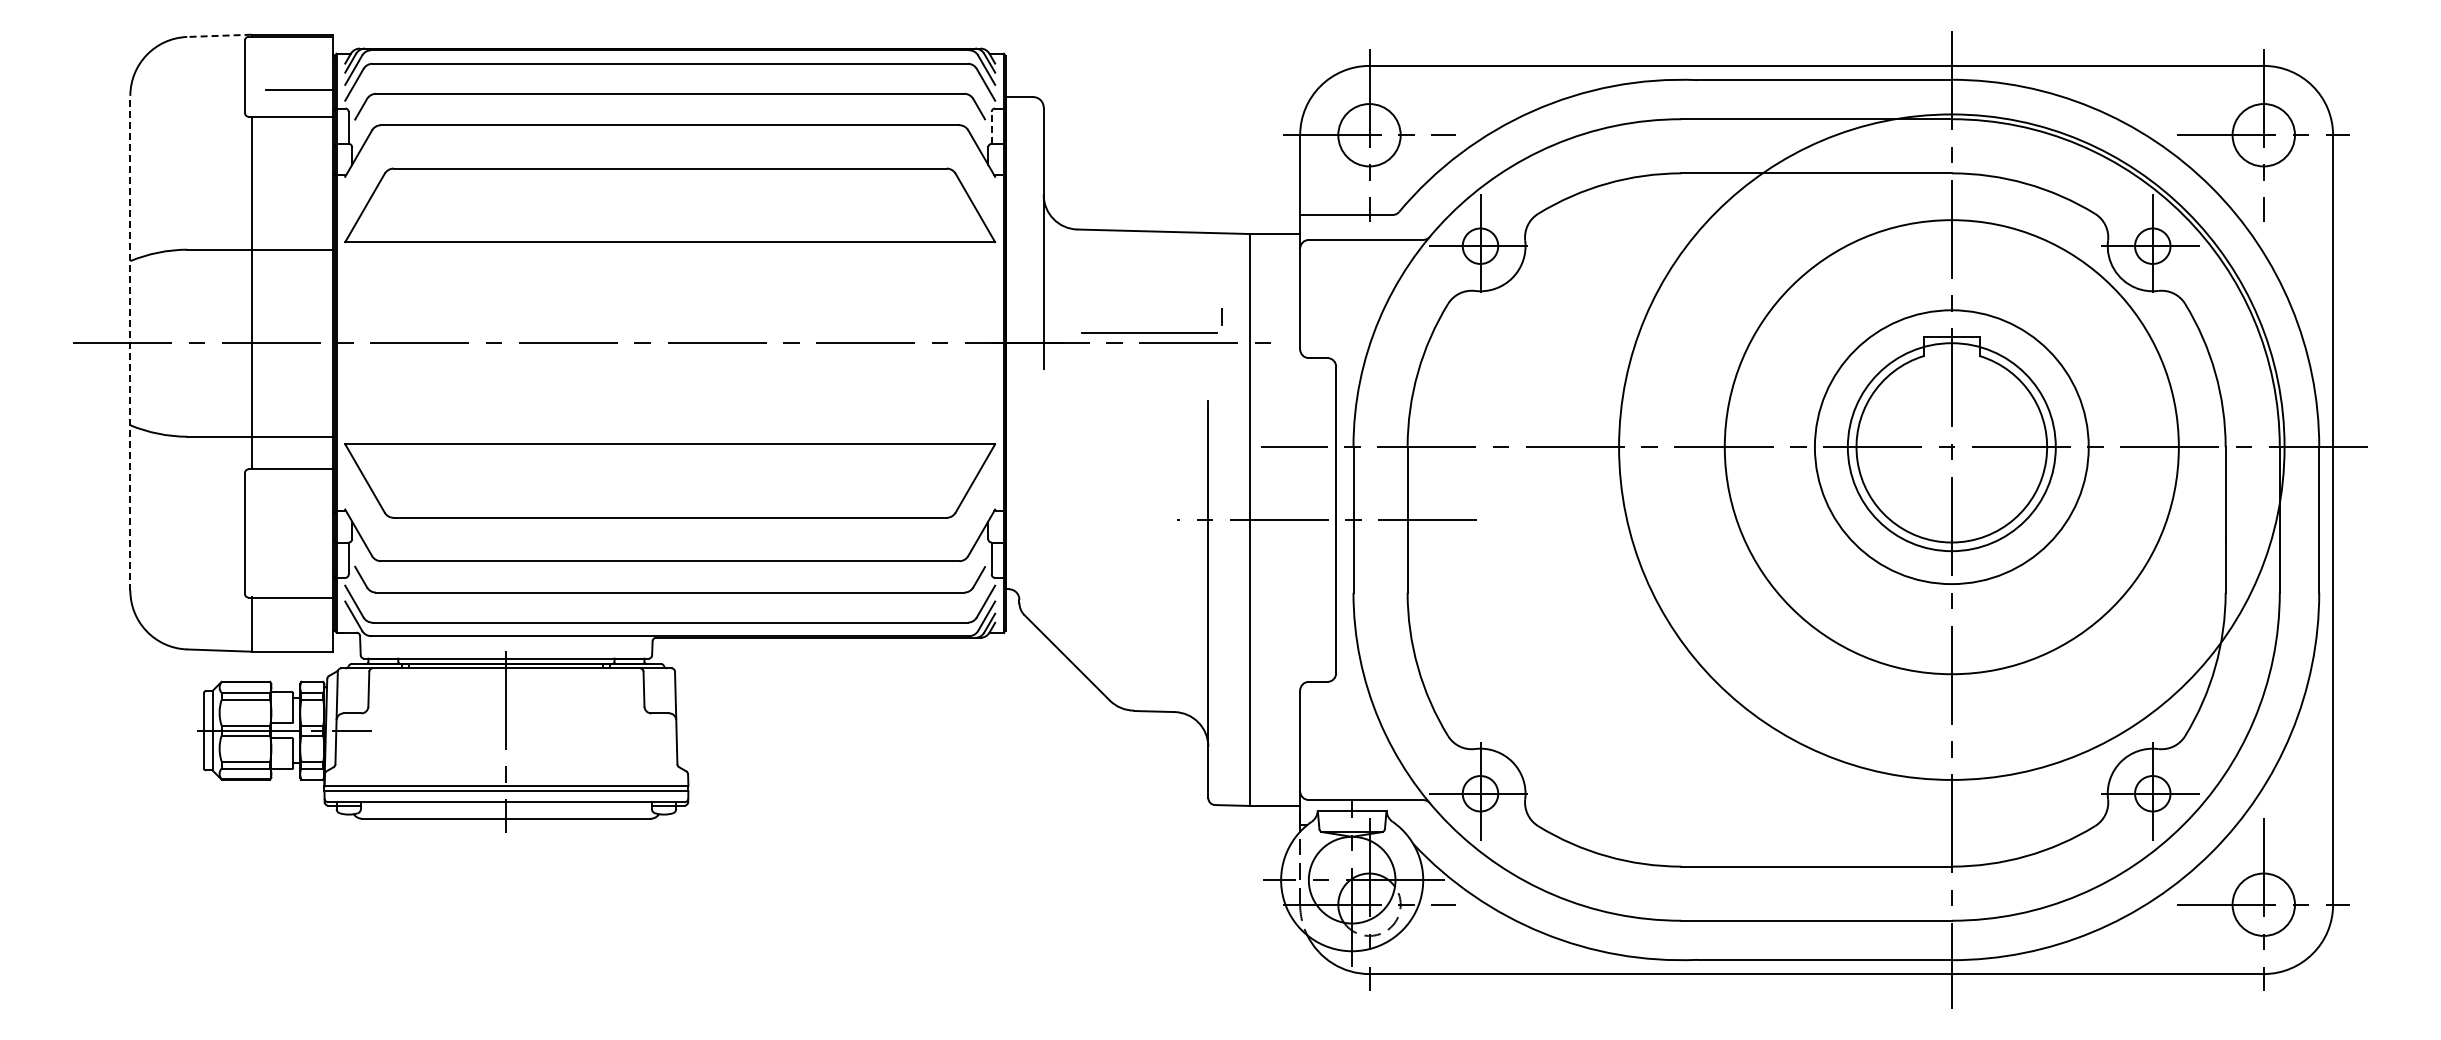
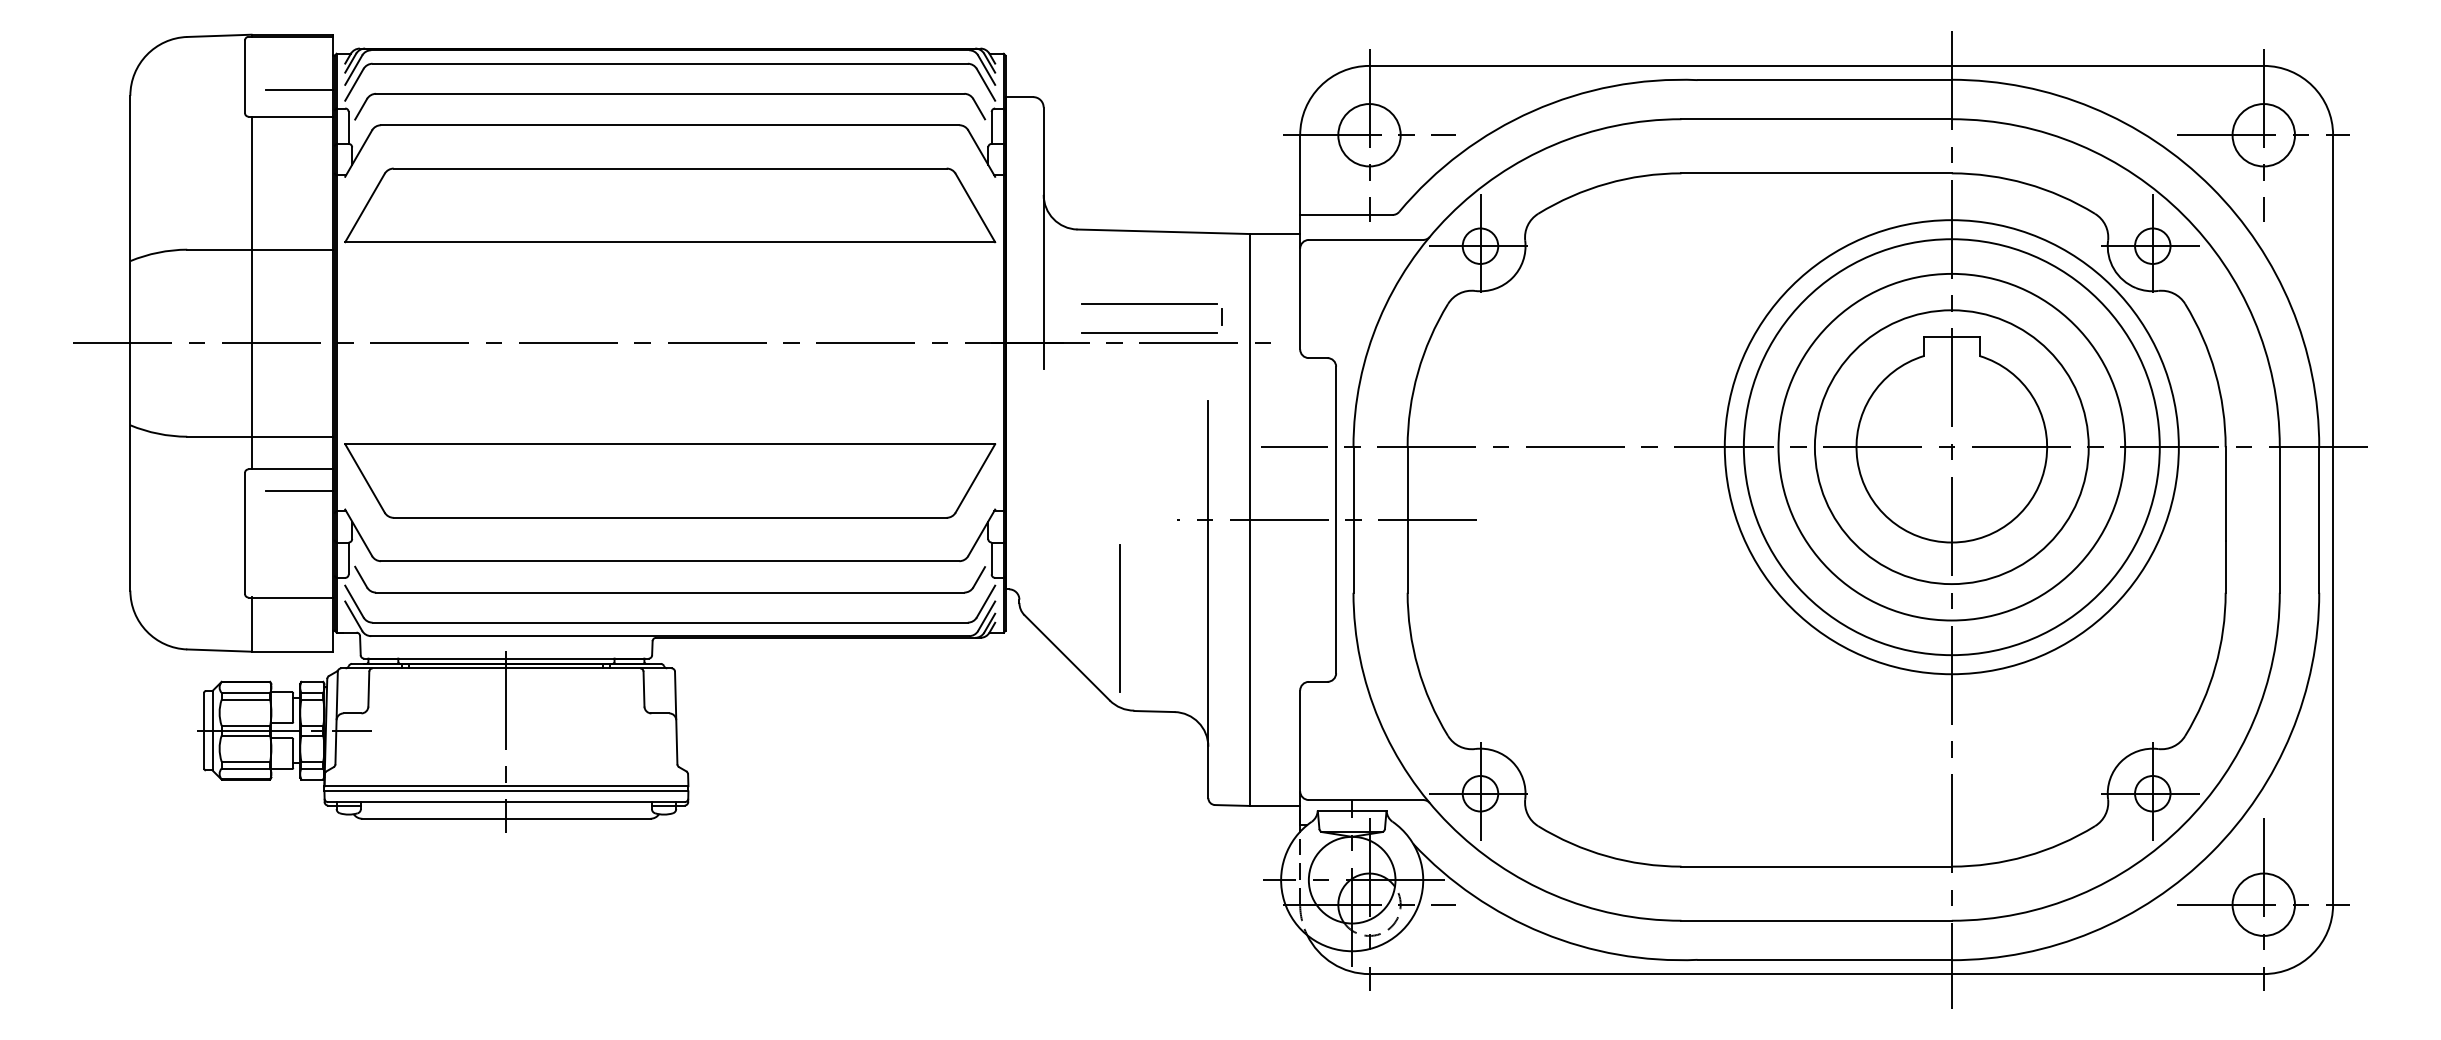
line at (218, 35): dashed -> solid
line at (991, 127): dashed -> solid
line at (1149, 303): none -> present
line at (130, 342): dashed -> solid
circle at (1951, 446) diameter: 666 px -> 416 px
circle at (1951, 447) diameter: 208 px -> 347 px
line at (299, 490): none -> present
line at (1119, 618): none -> present
